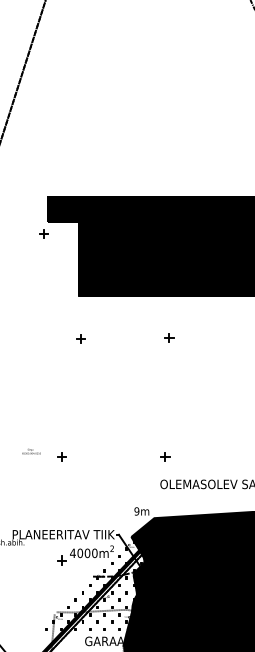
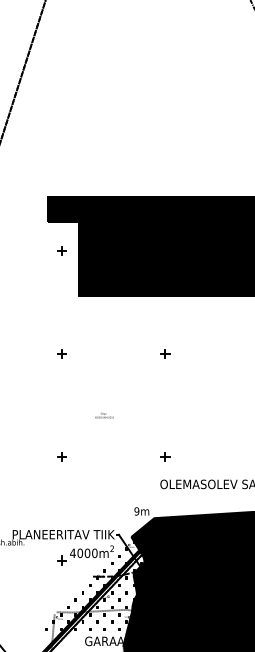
part at (43, 233) position: (43, 233) -> (61, 250)
part at (169, 337) position: (169, 337) -> (165, 353)
part at (80, 338) position: (80, 338) -> (61, 353)
text at (31, 451) position: (31, 451) -> (104, 415)
